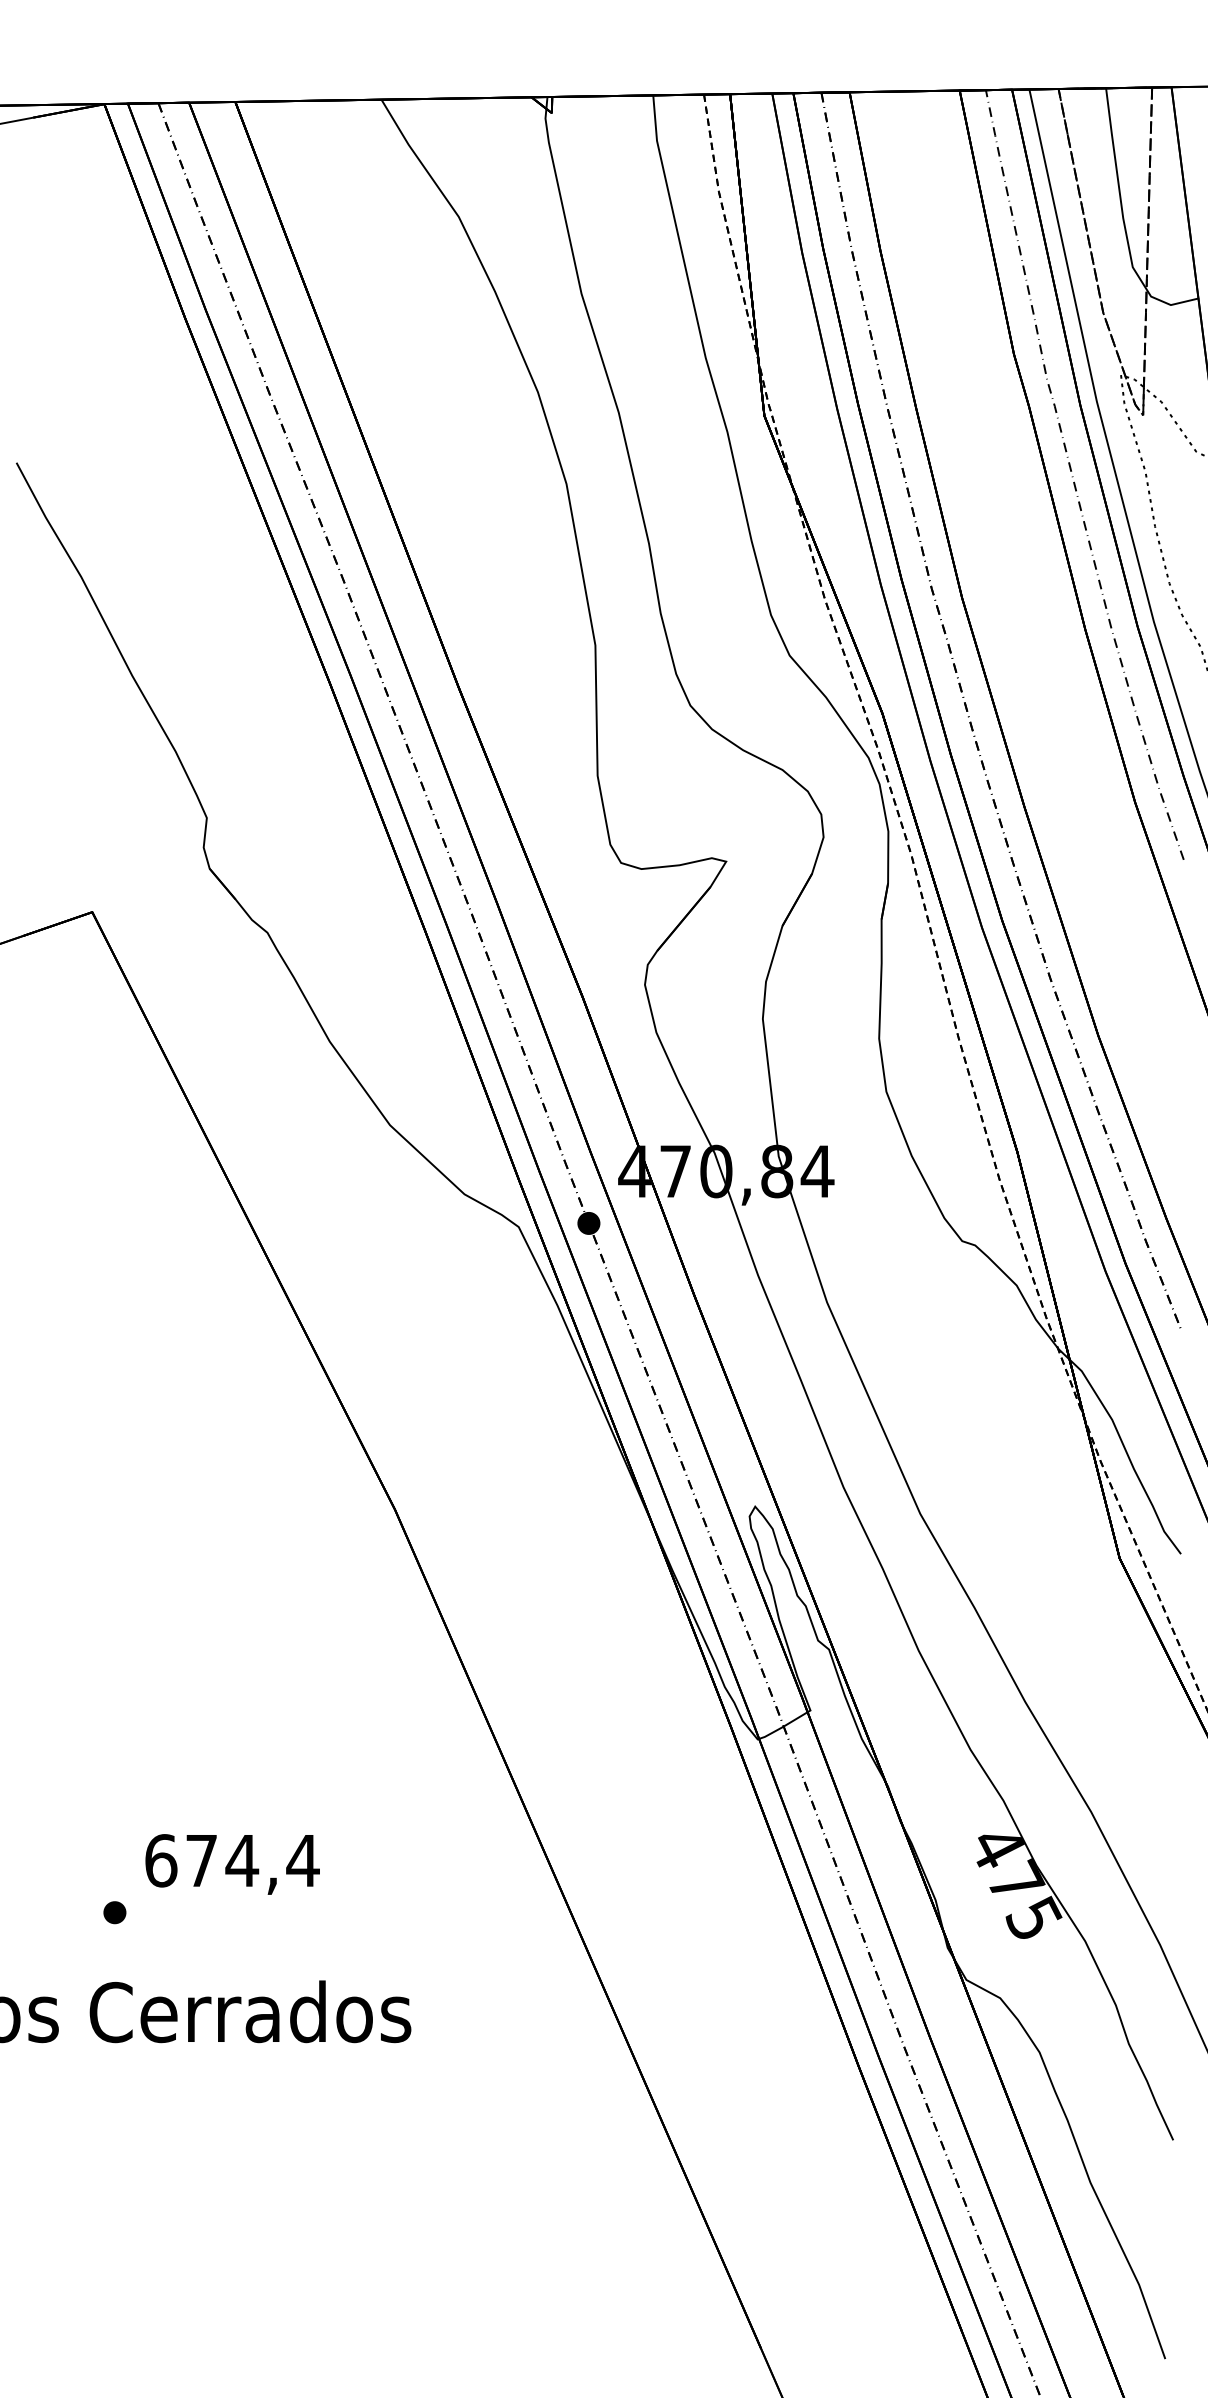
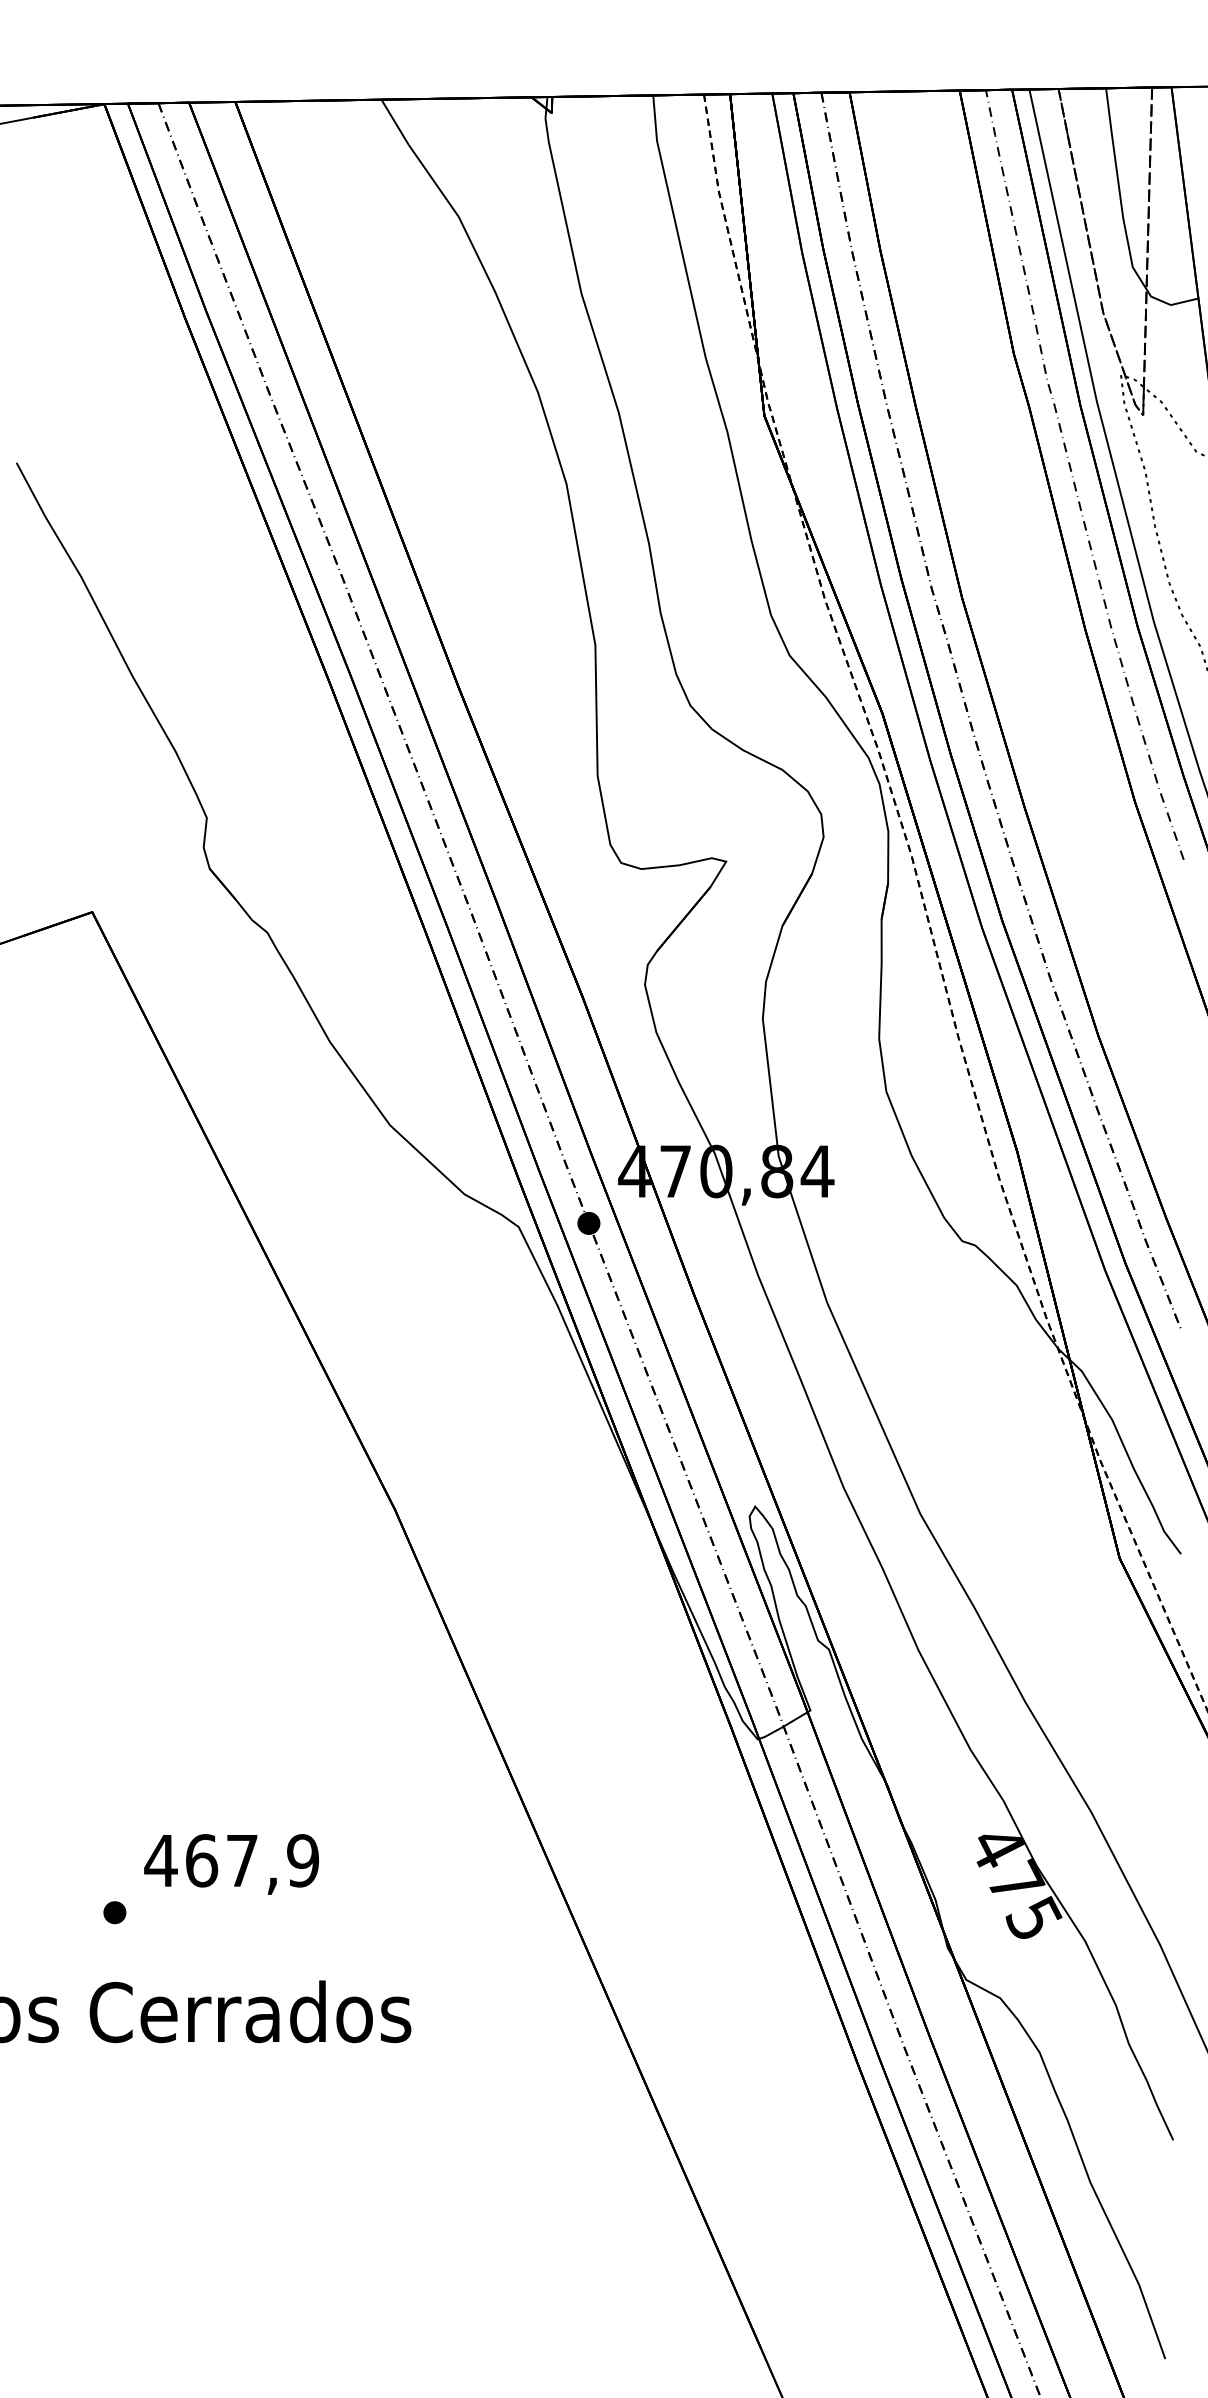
text at (231, 1860): 674,4 -> 467,9
